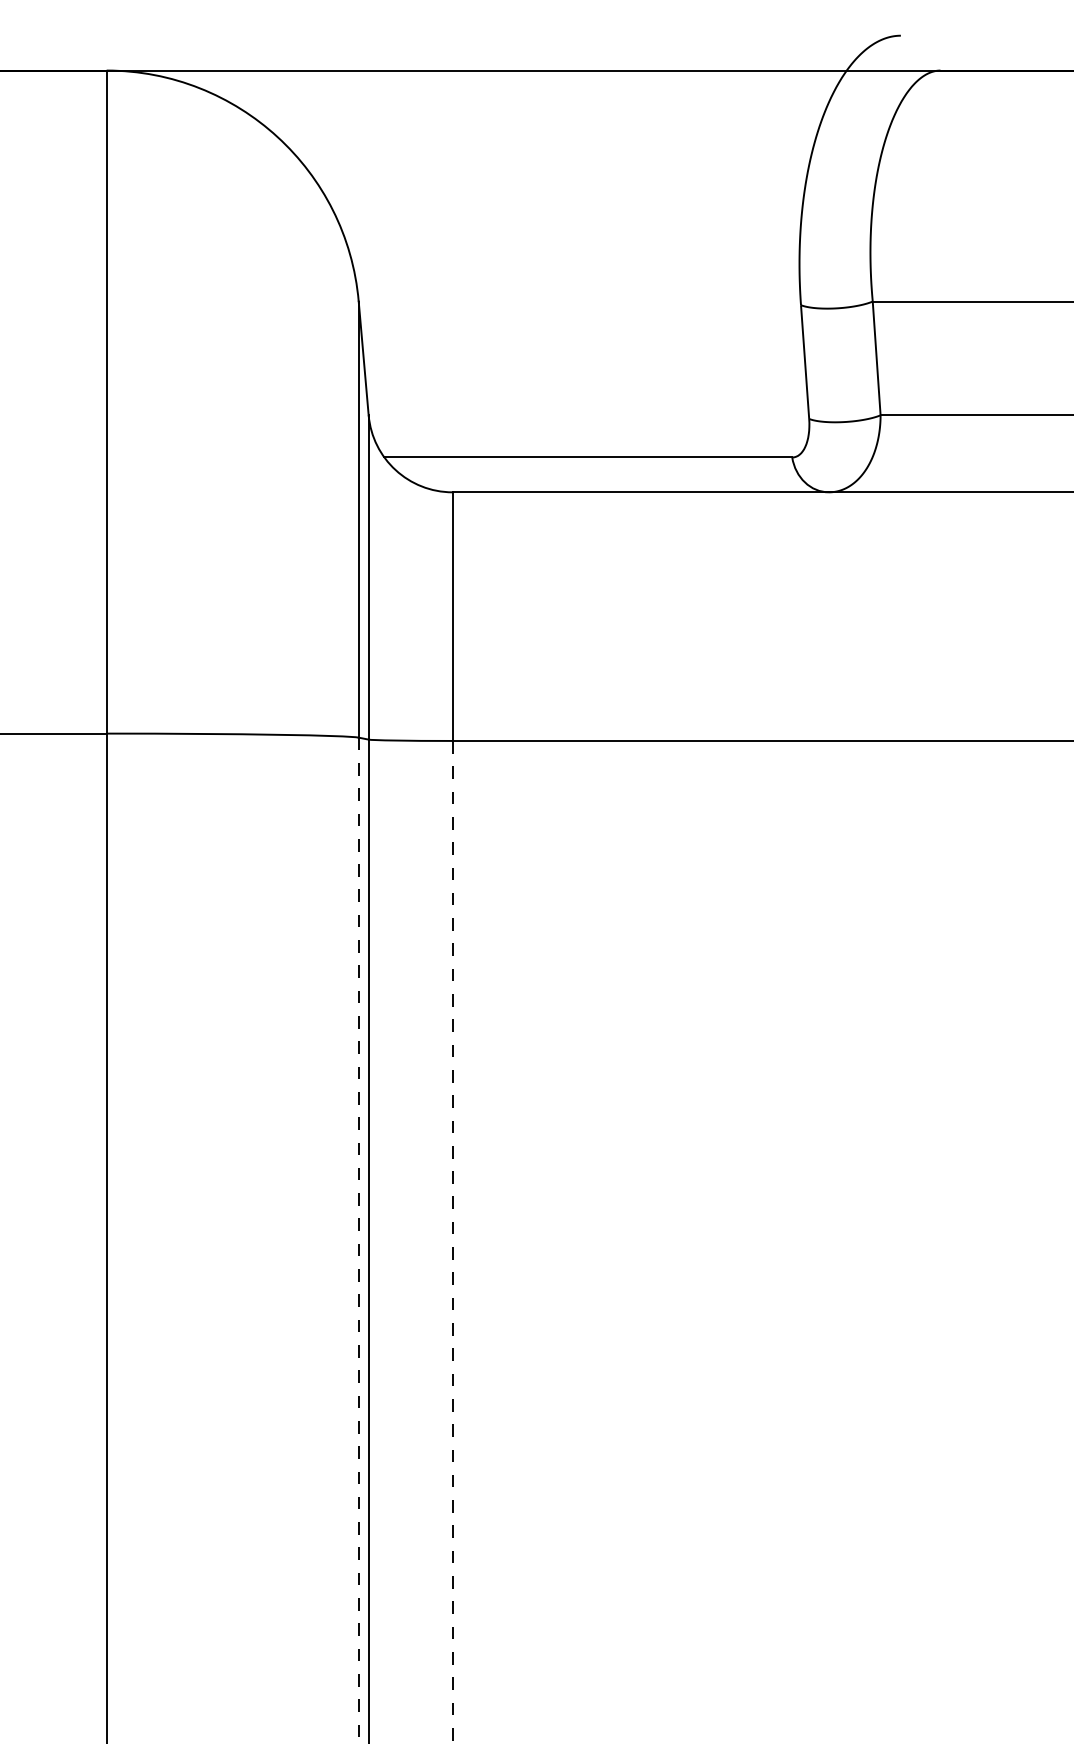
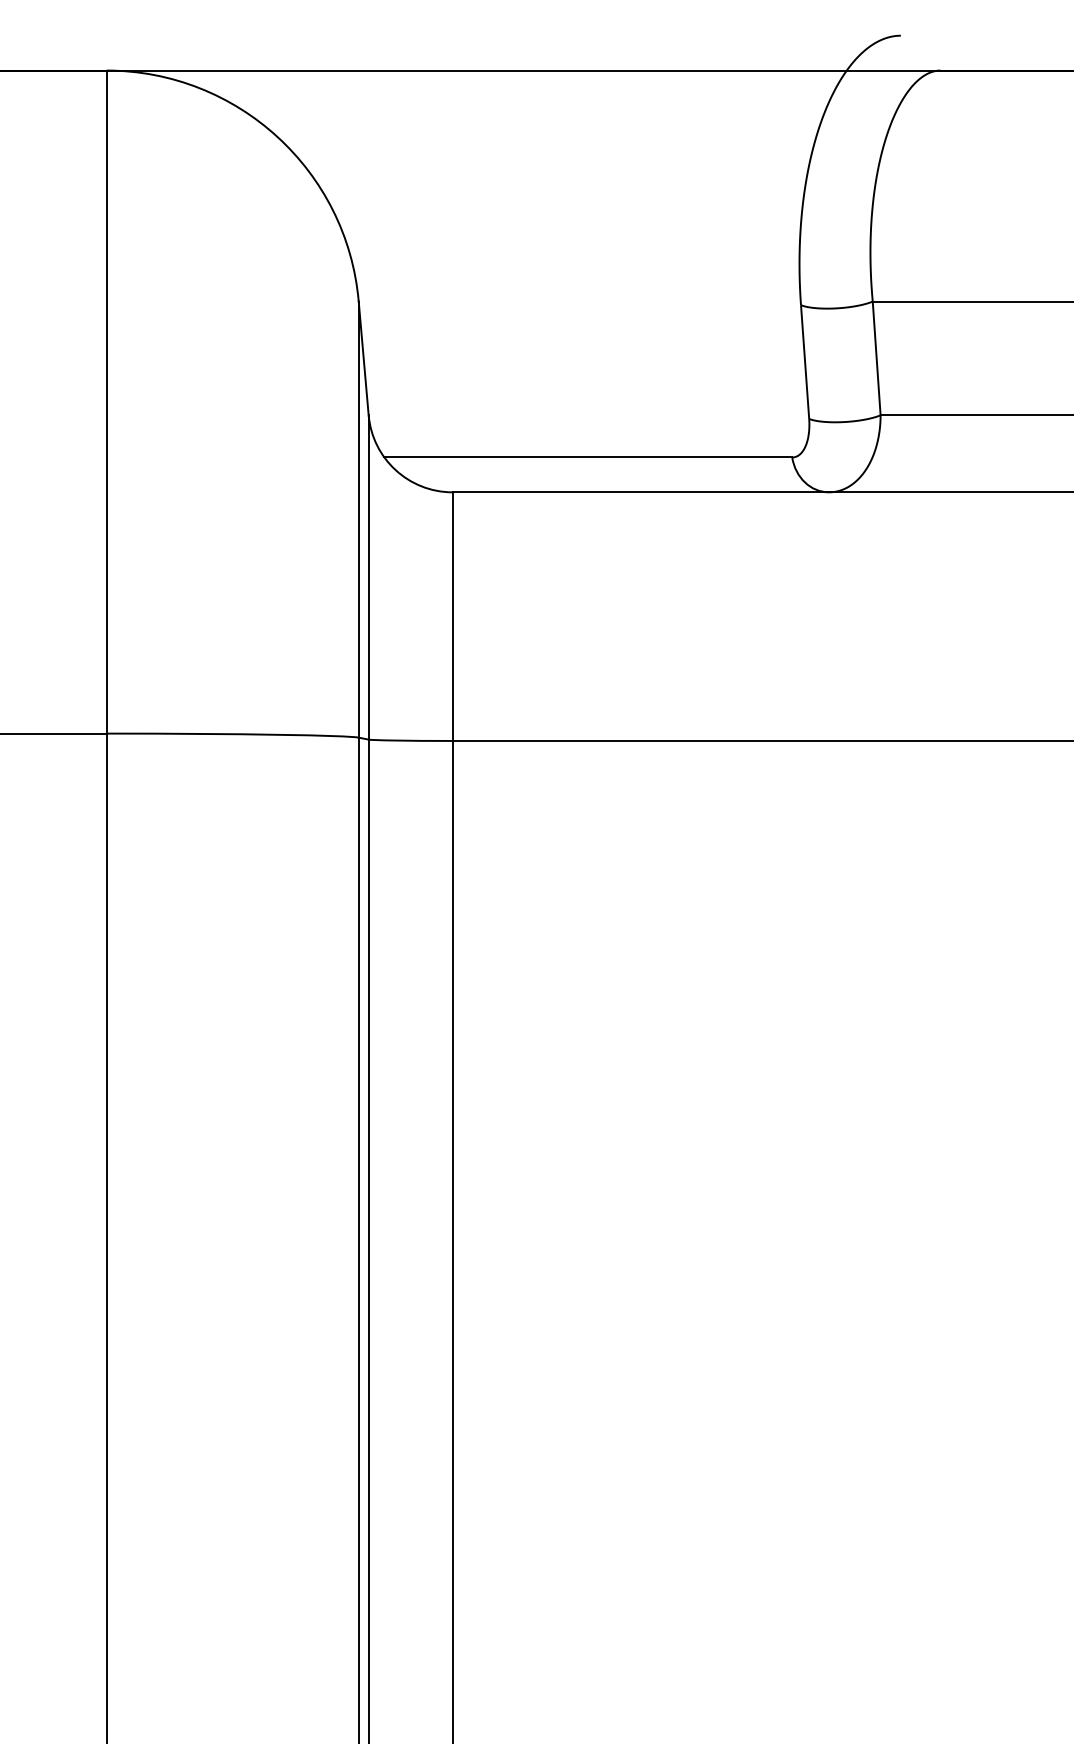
line at (358, 1240): dashed -> solid
line at (452, 1242): dashed -> solid
